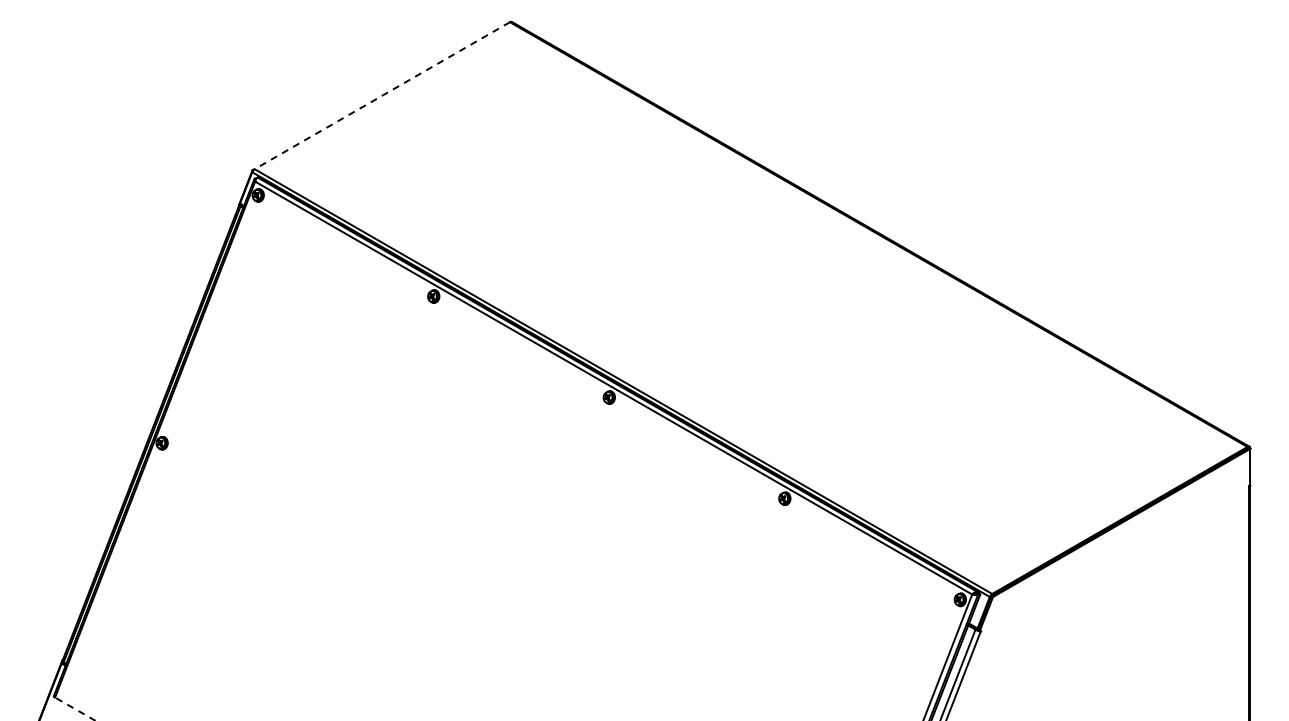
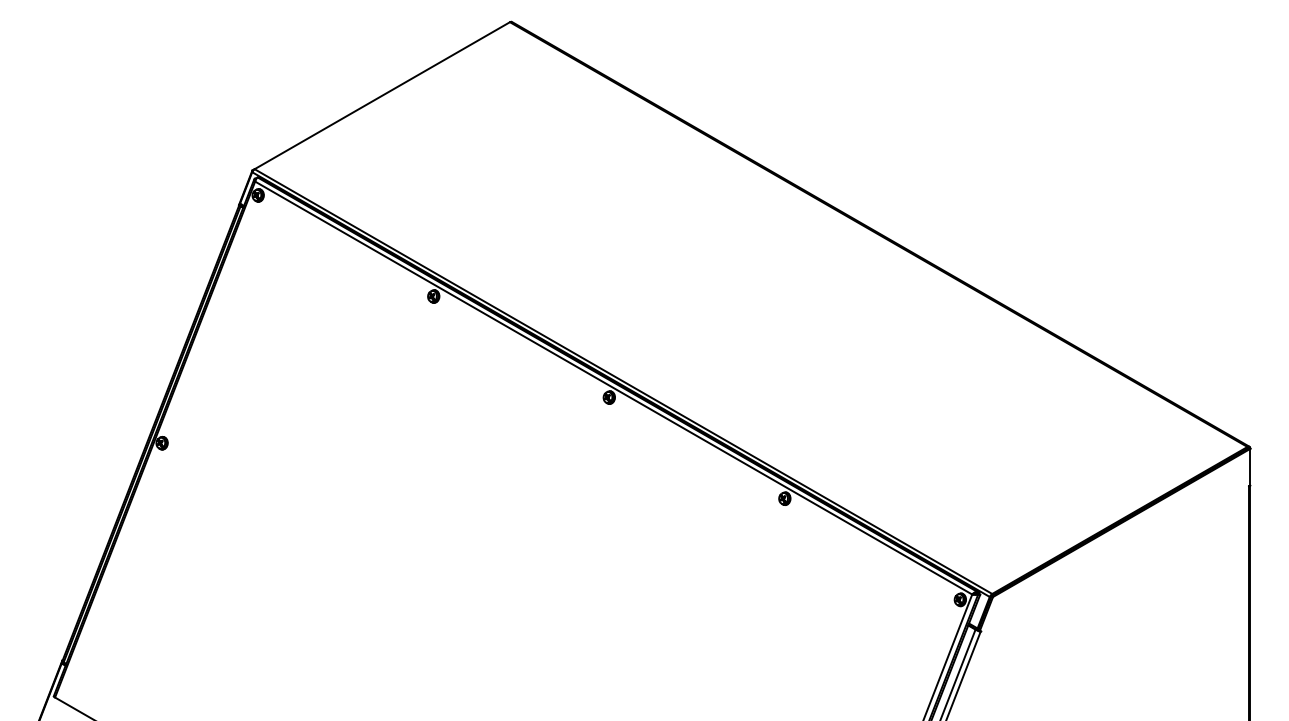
line at (381, 95): dashed -> solid
line at (74, 708): dashed -> solid
